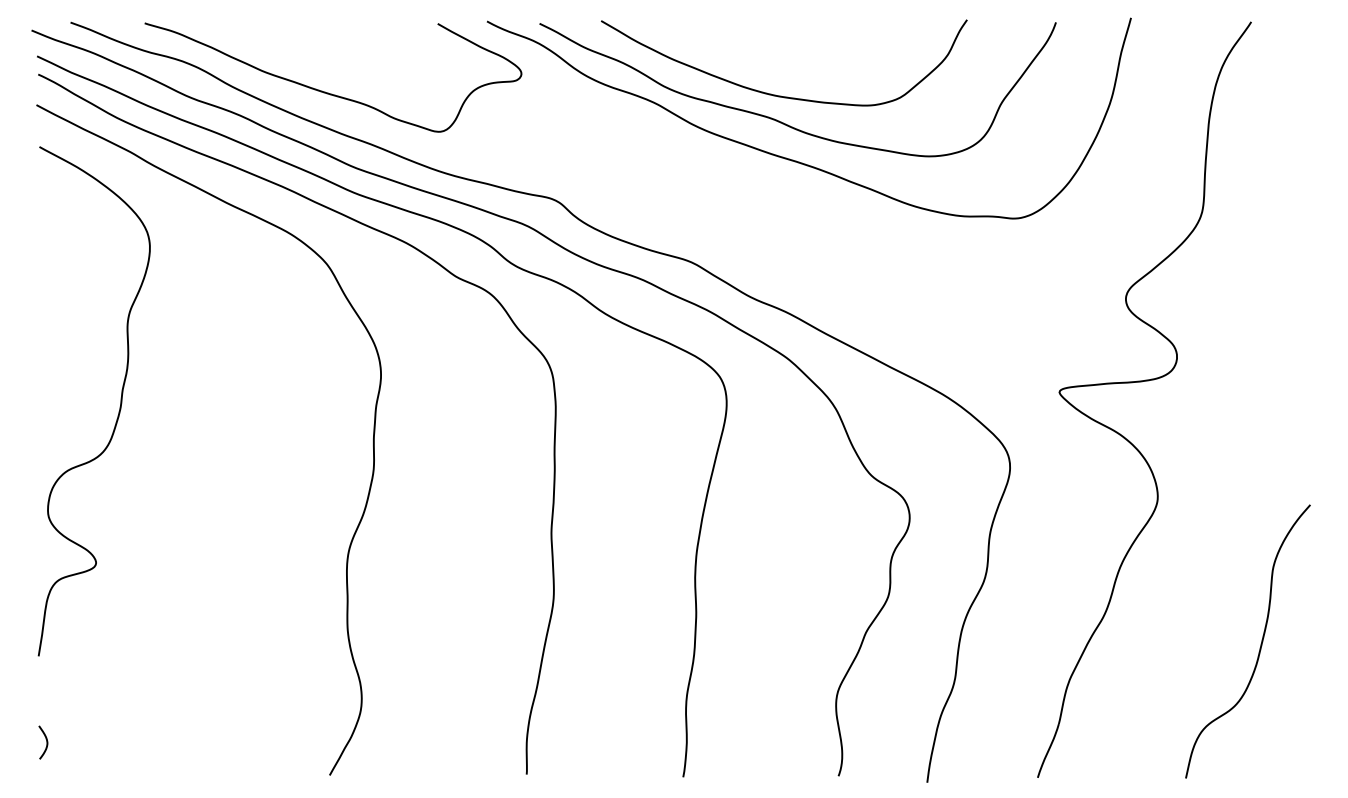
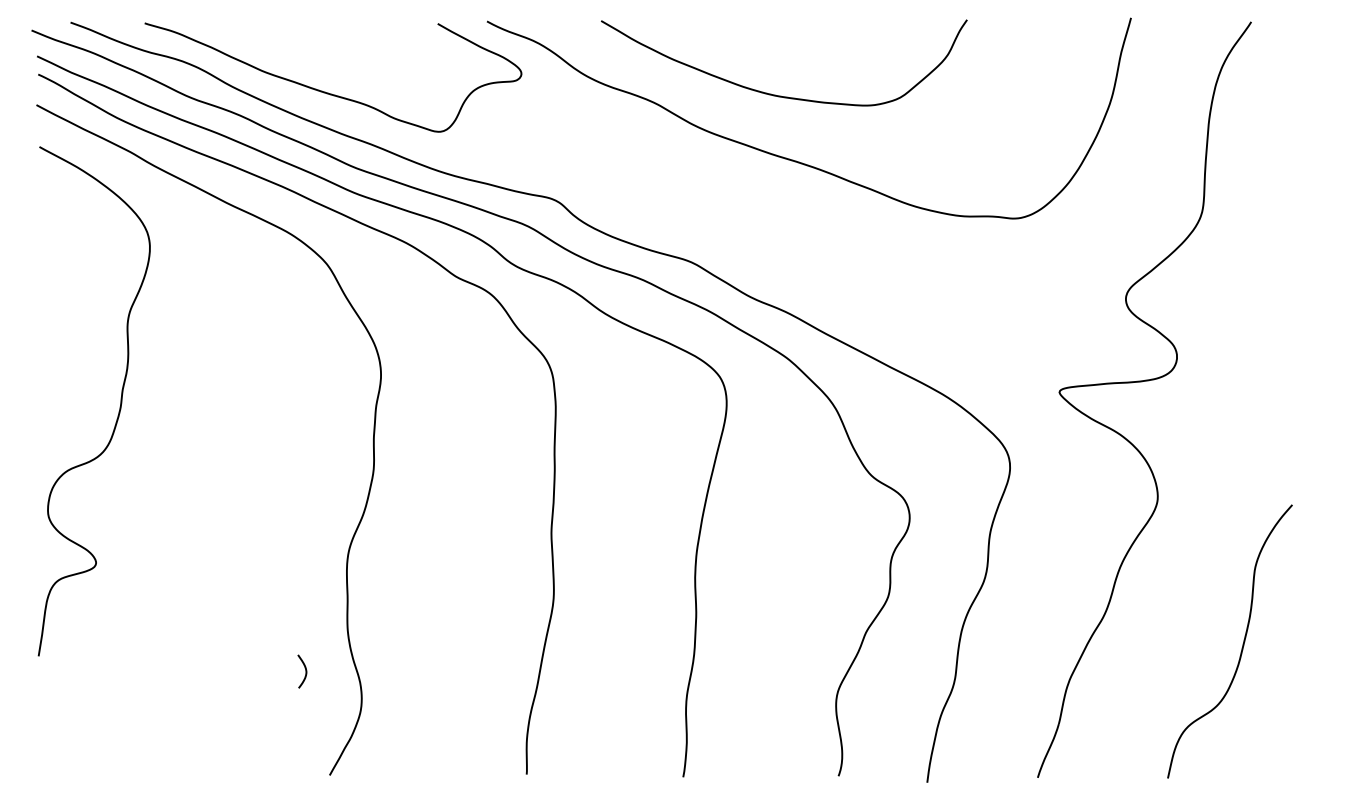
curve at (781, 121): present -> none
curve at (1260, 643) position: (1260, 643) -> (1242, 643)
curve at (46, 742) position: (46, 742) -> (305, 671)
